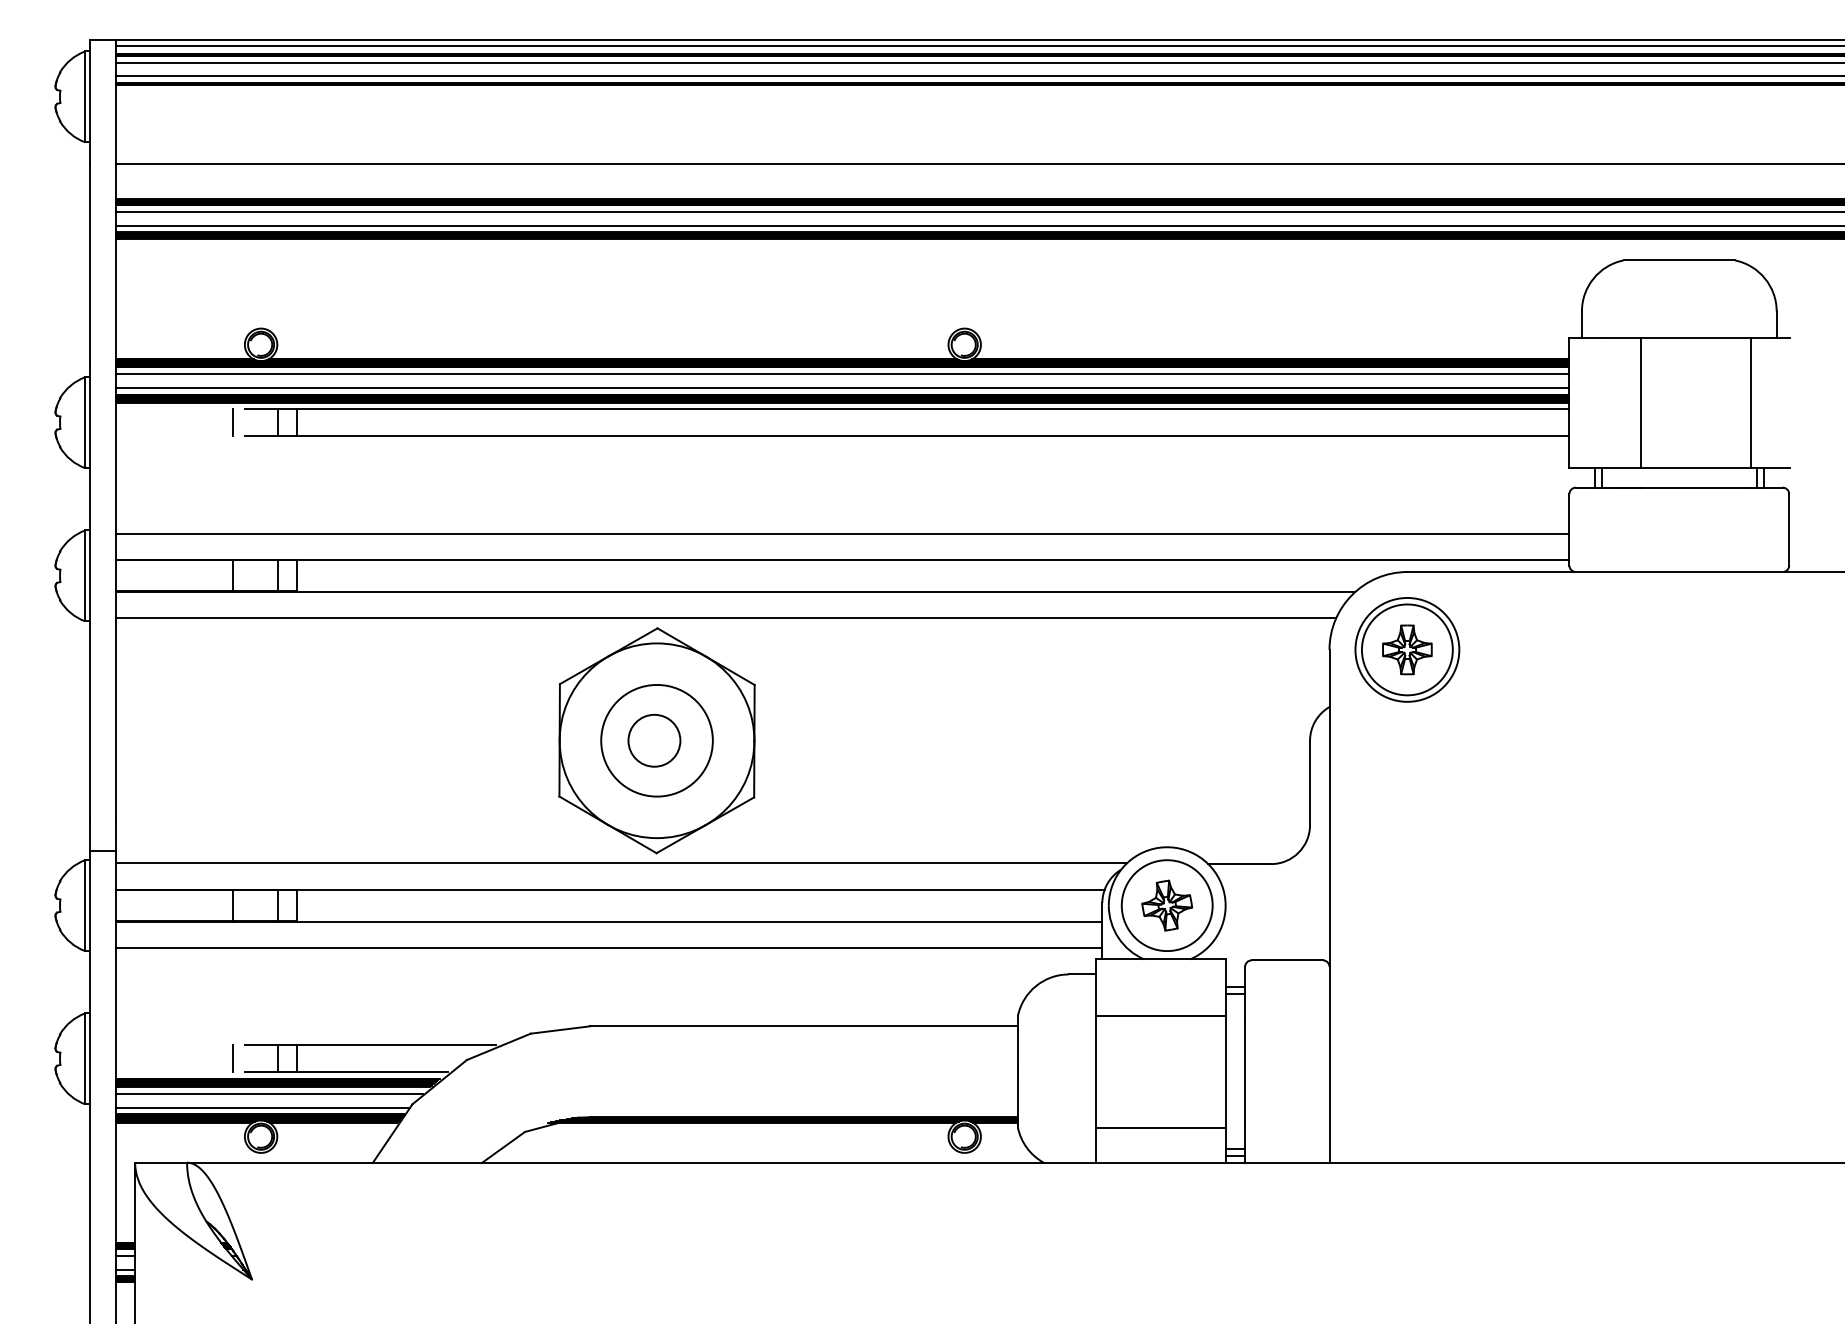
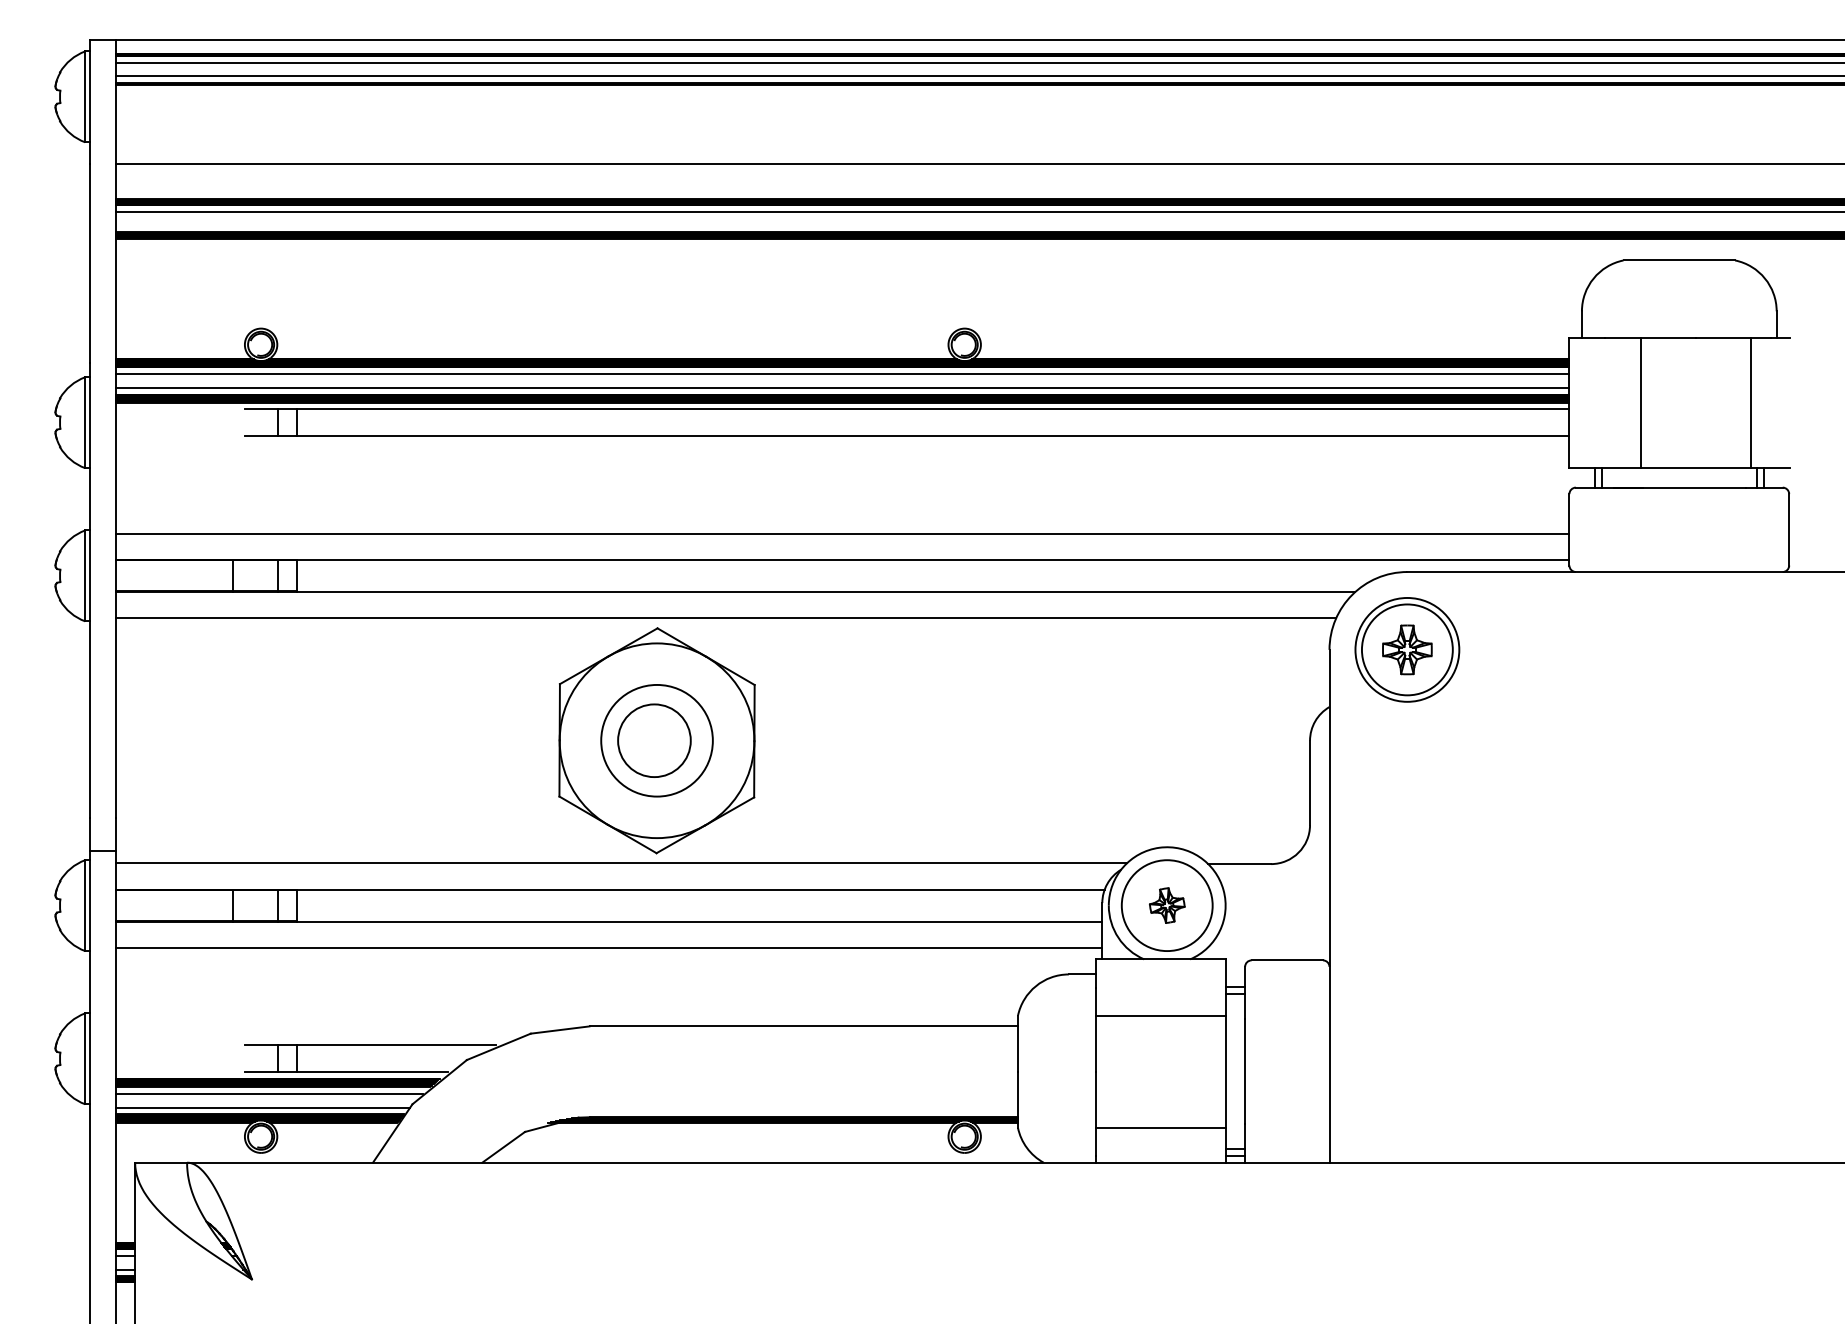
line at (978, 46): present -> none
line at (978, 225): present -> none
line at (232, 422): present -> none
circle at (654, 740) diameter: 52 px -> 73 px
part at (1167, 905) size: 53x53 px -> 37x37 px
line at (232, 1058): present -> none
